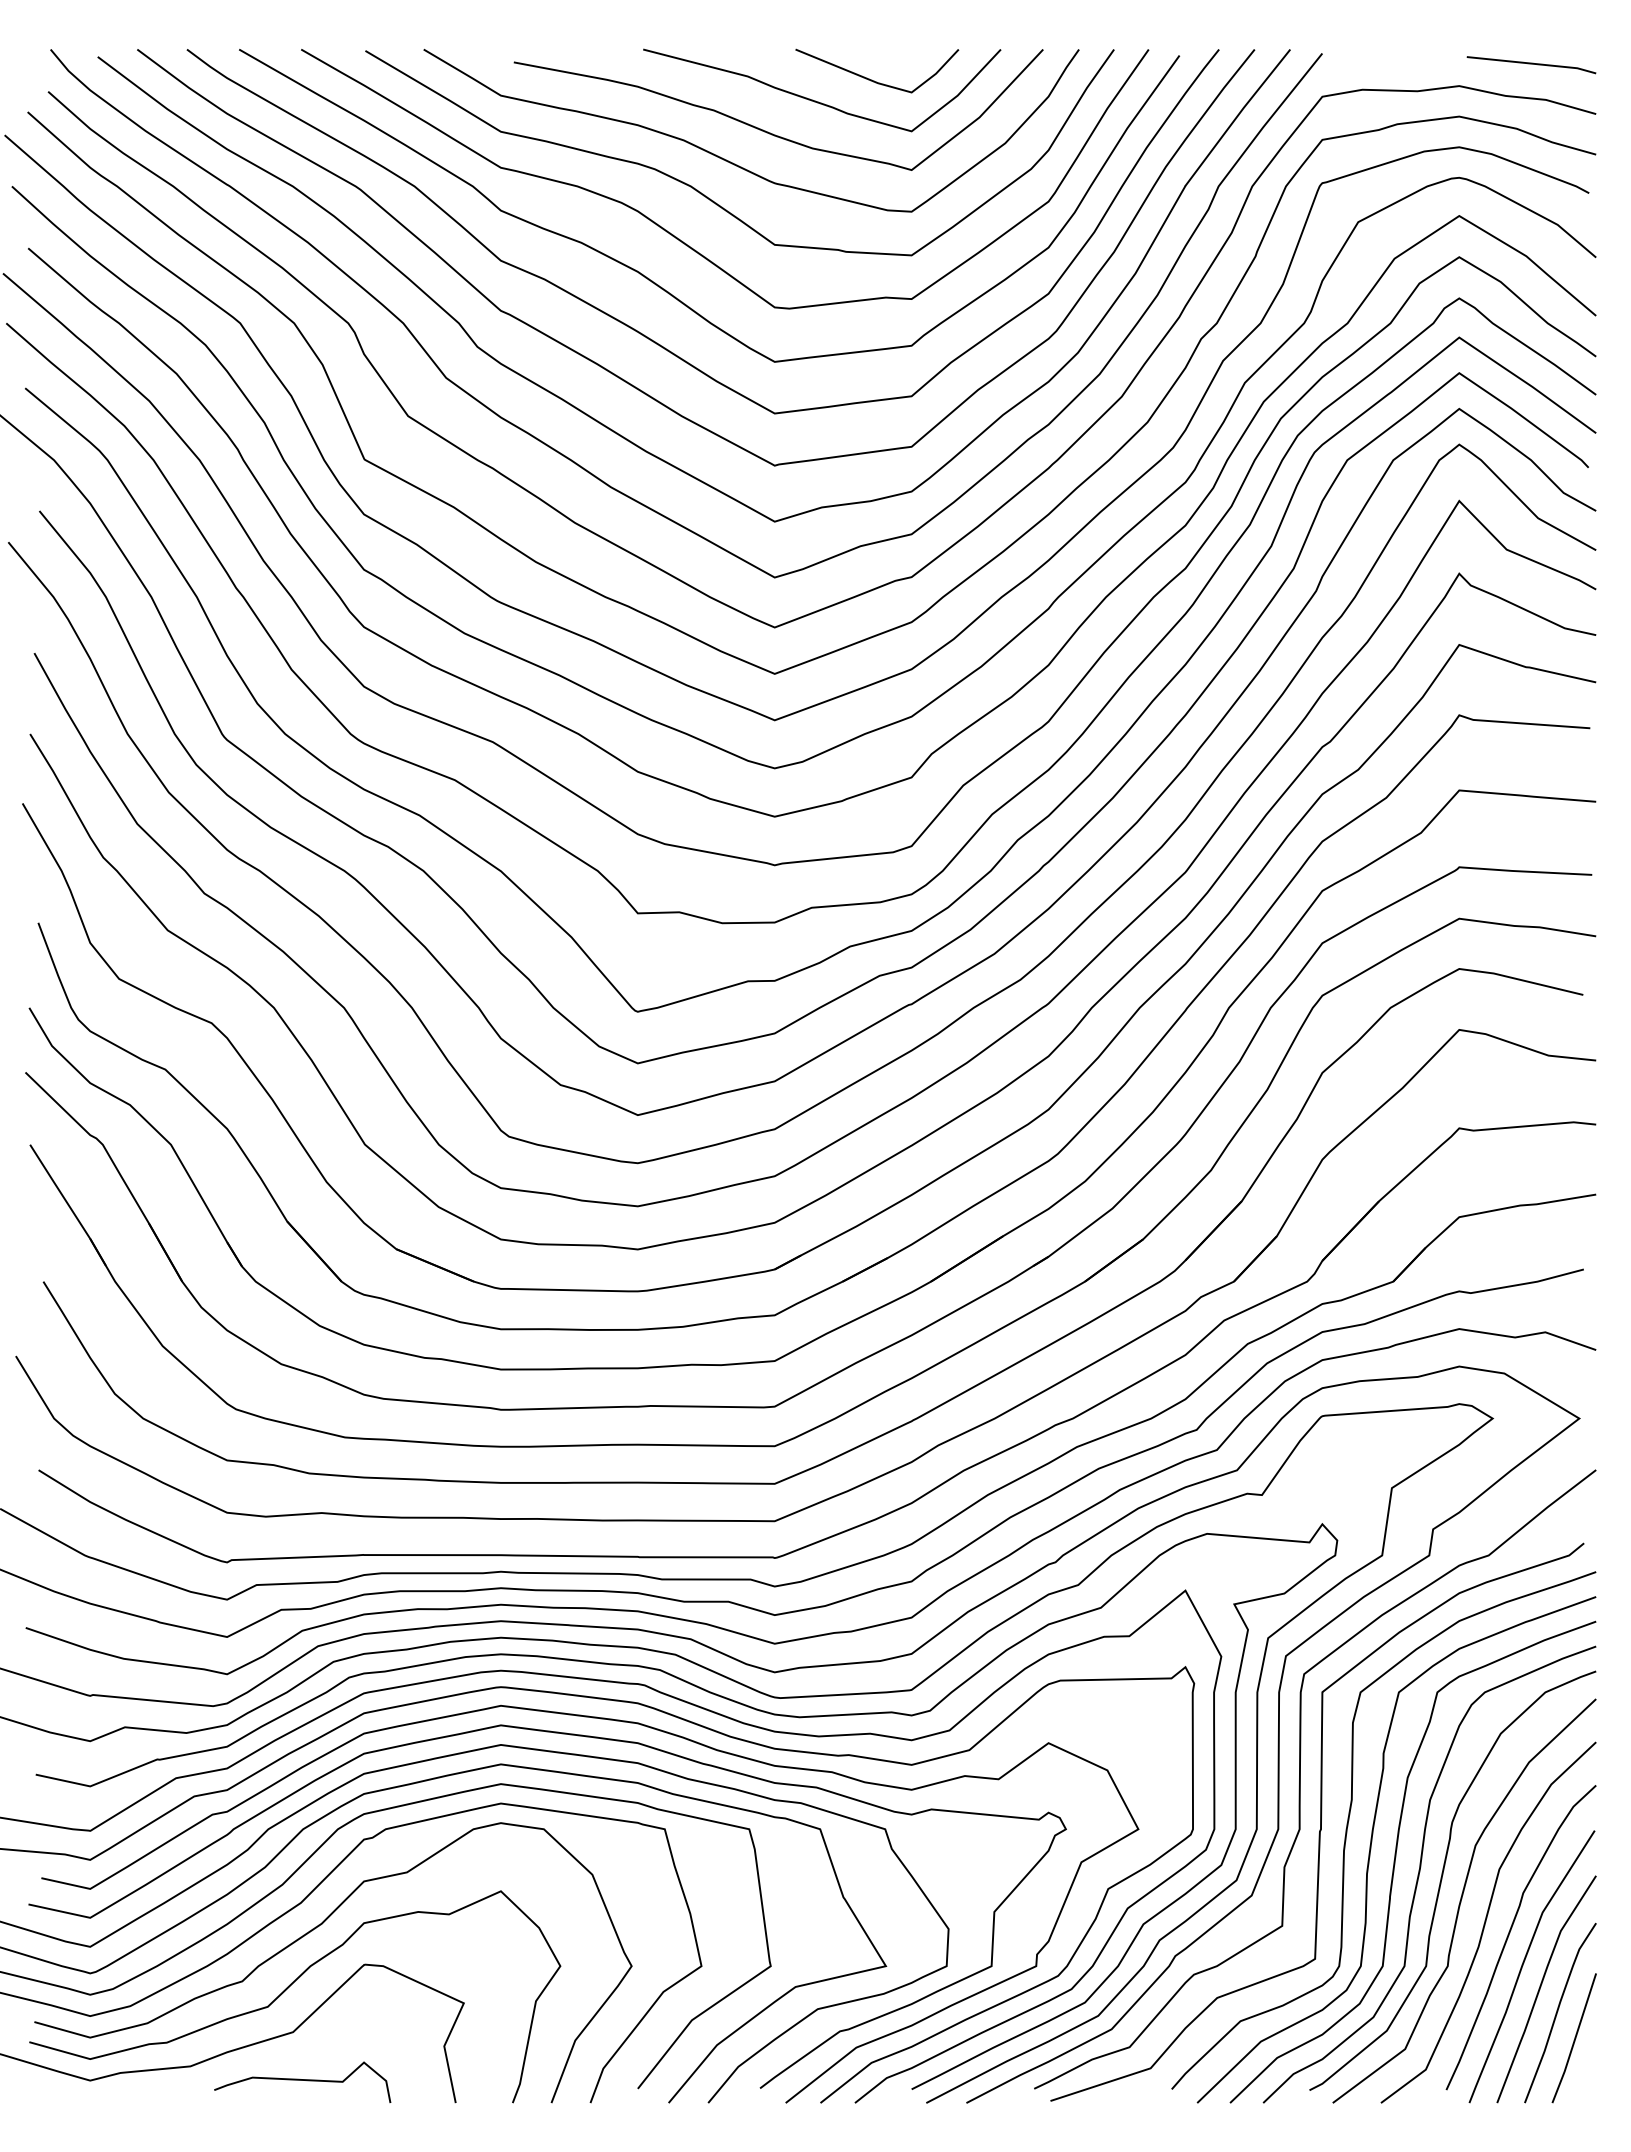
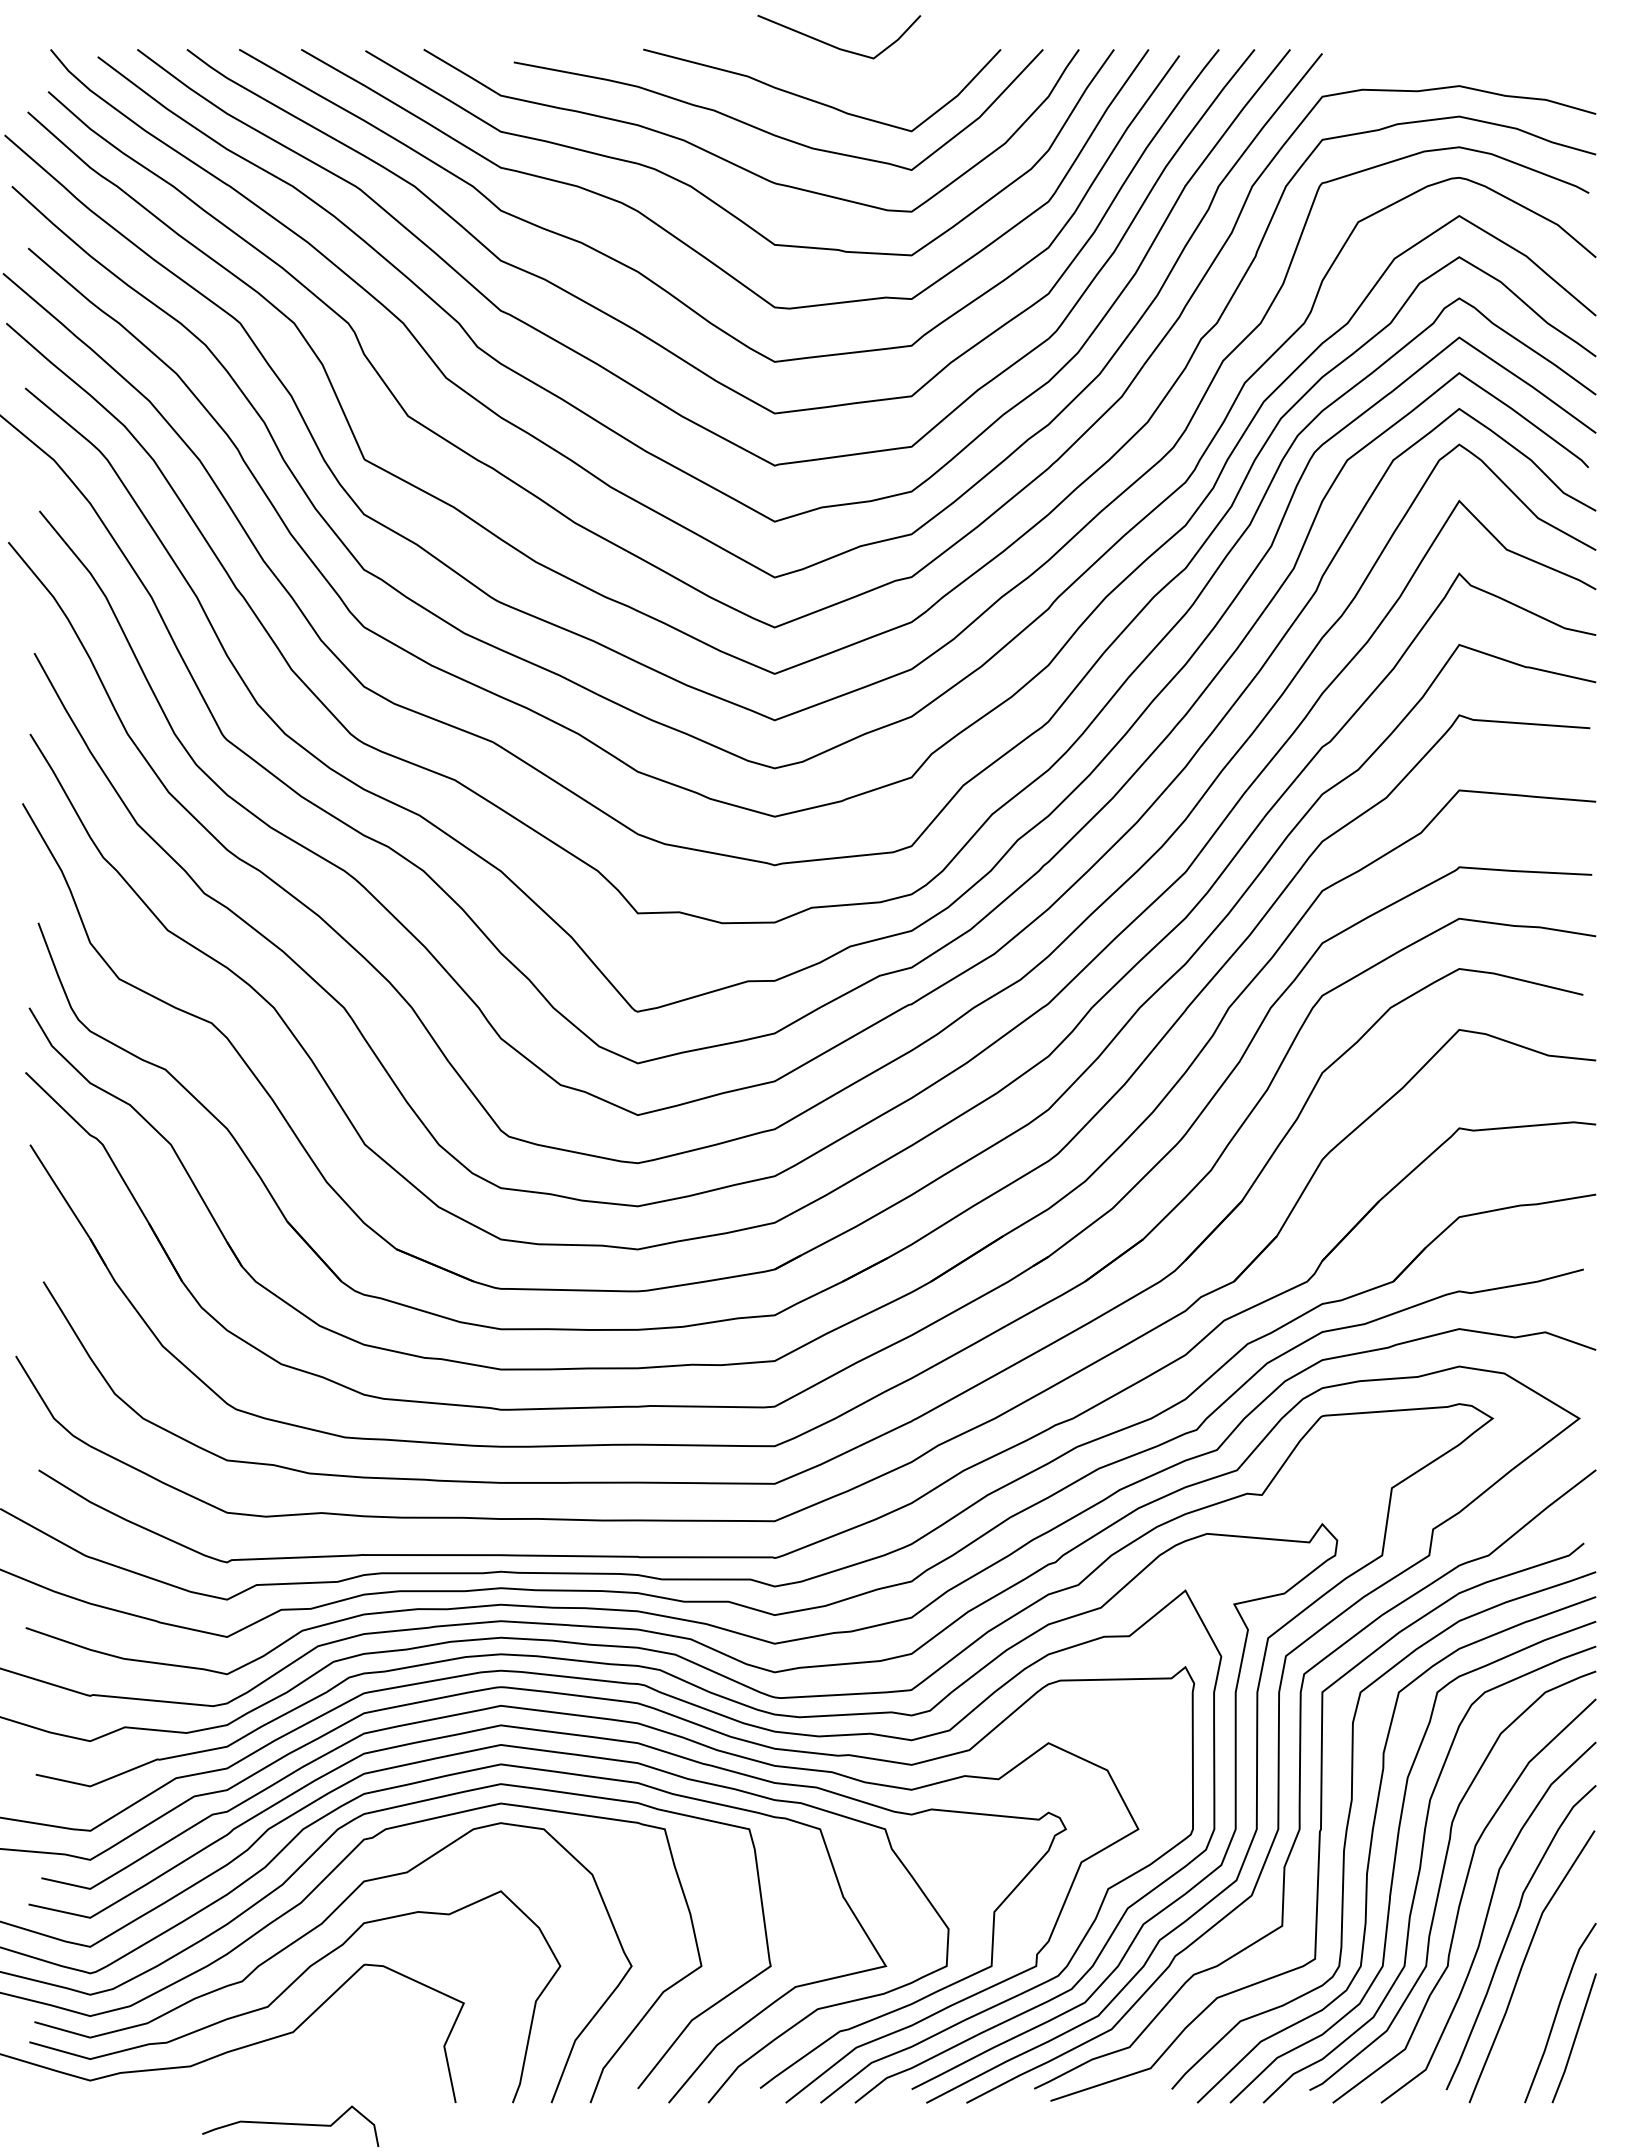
line at (1531, 64): present -> none
line at (874, 80) position: (874, 80) -> (836, 46)
curve at (1541, 1987): present -> none
curve at (302, 2080) position: (302, 2080) -> (290, 2124)
